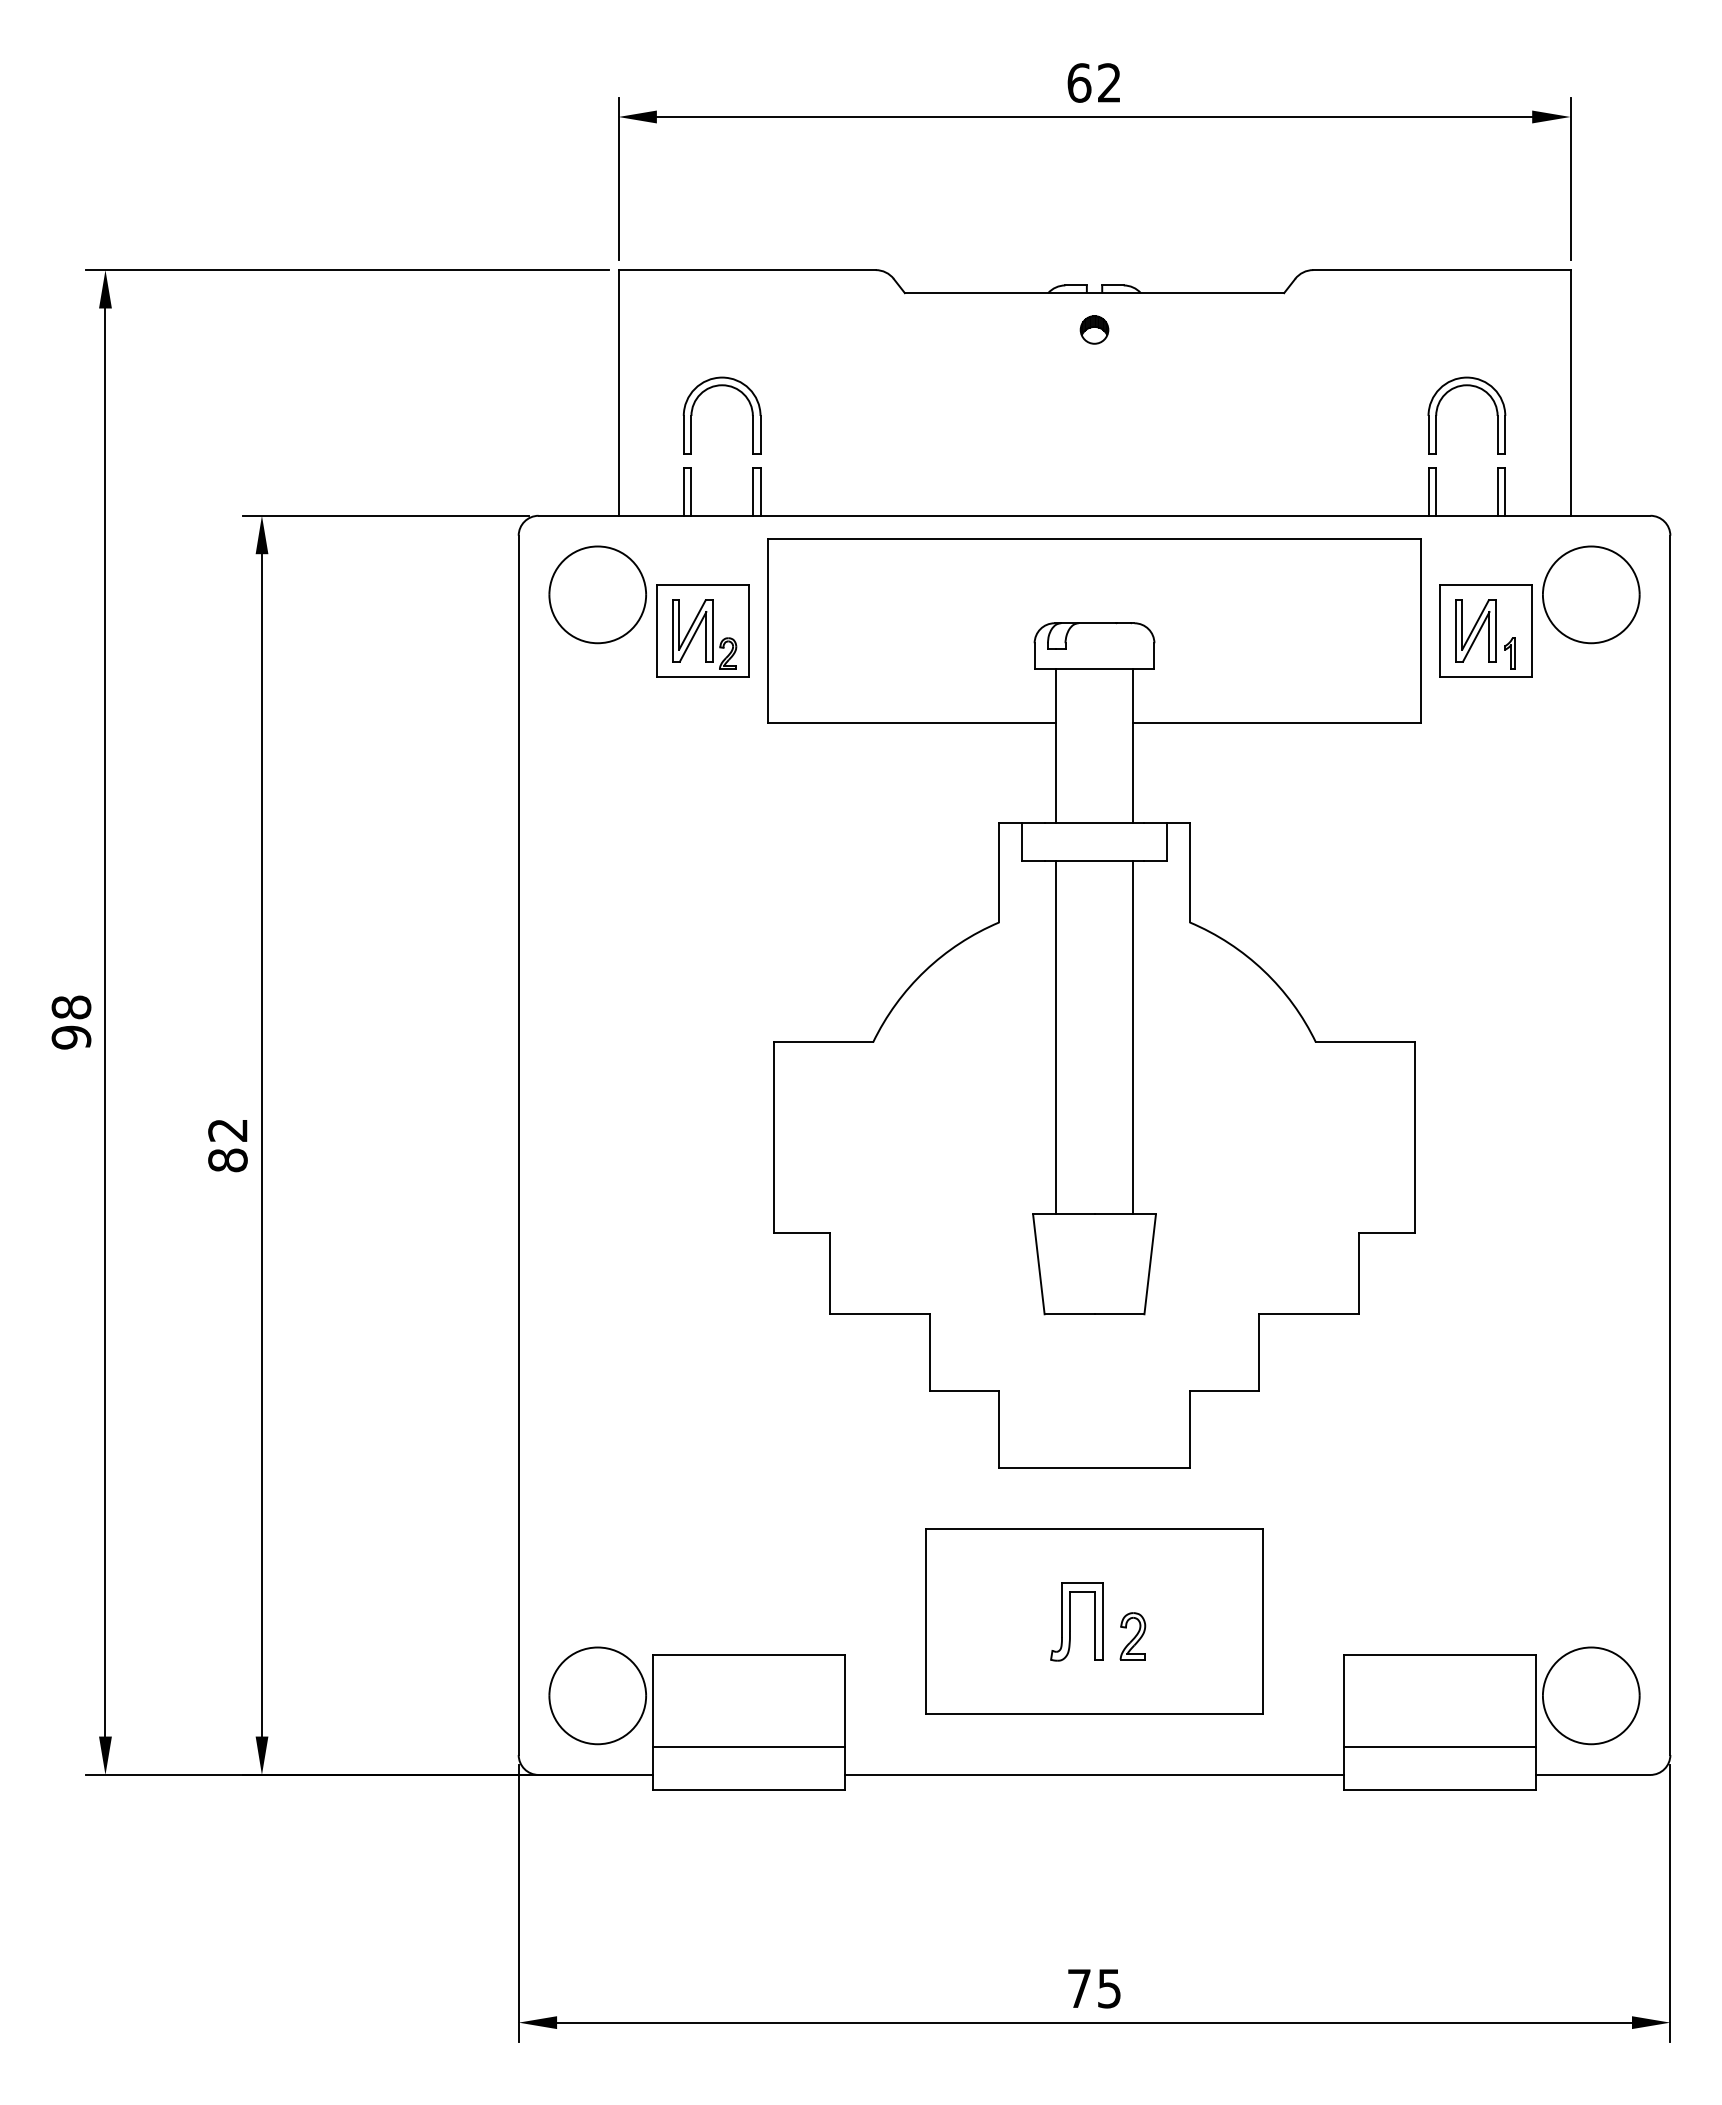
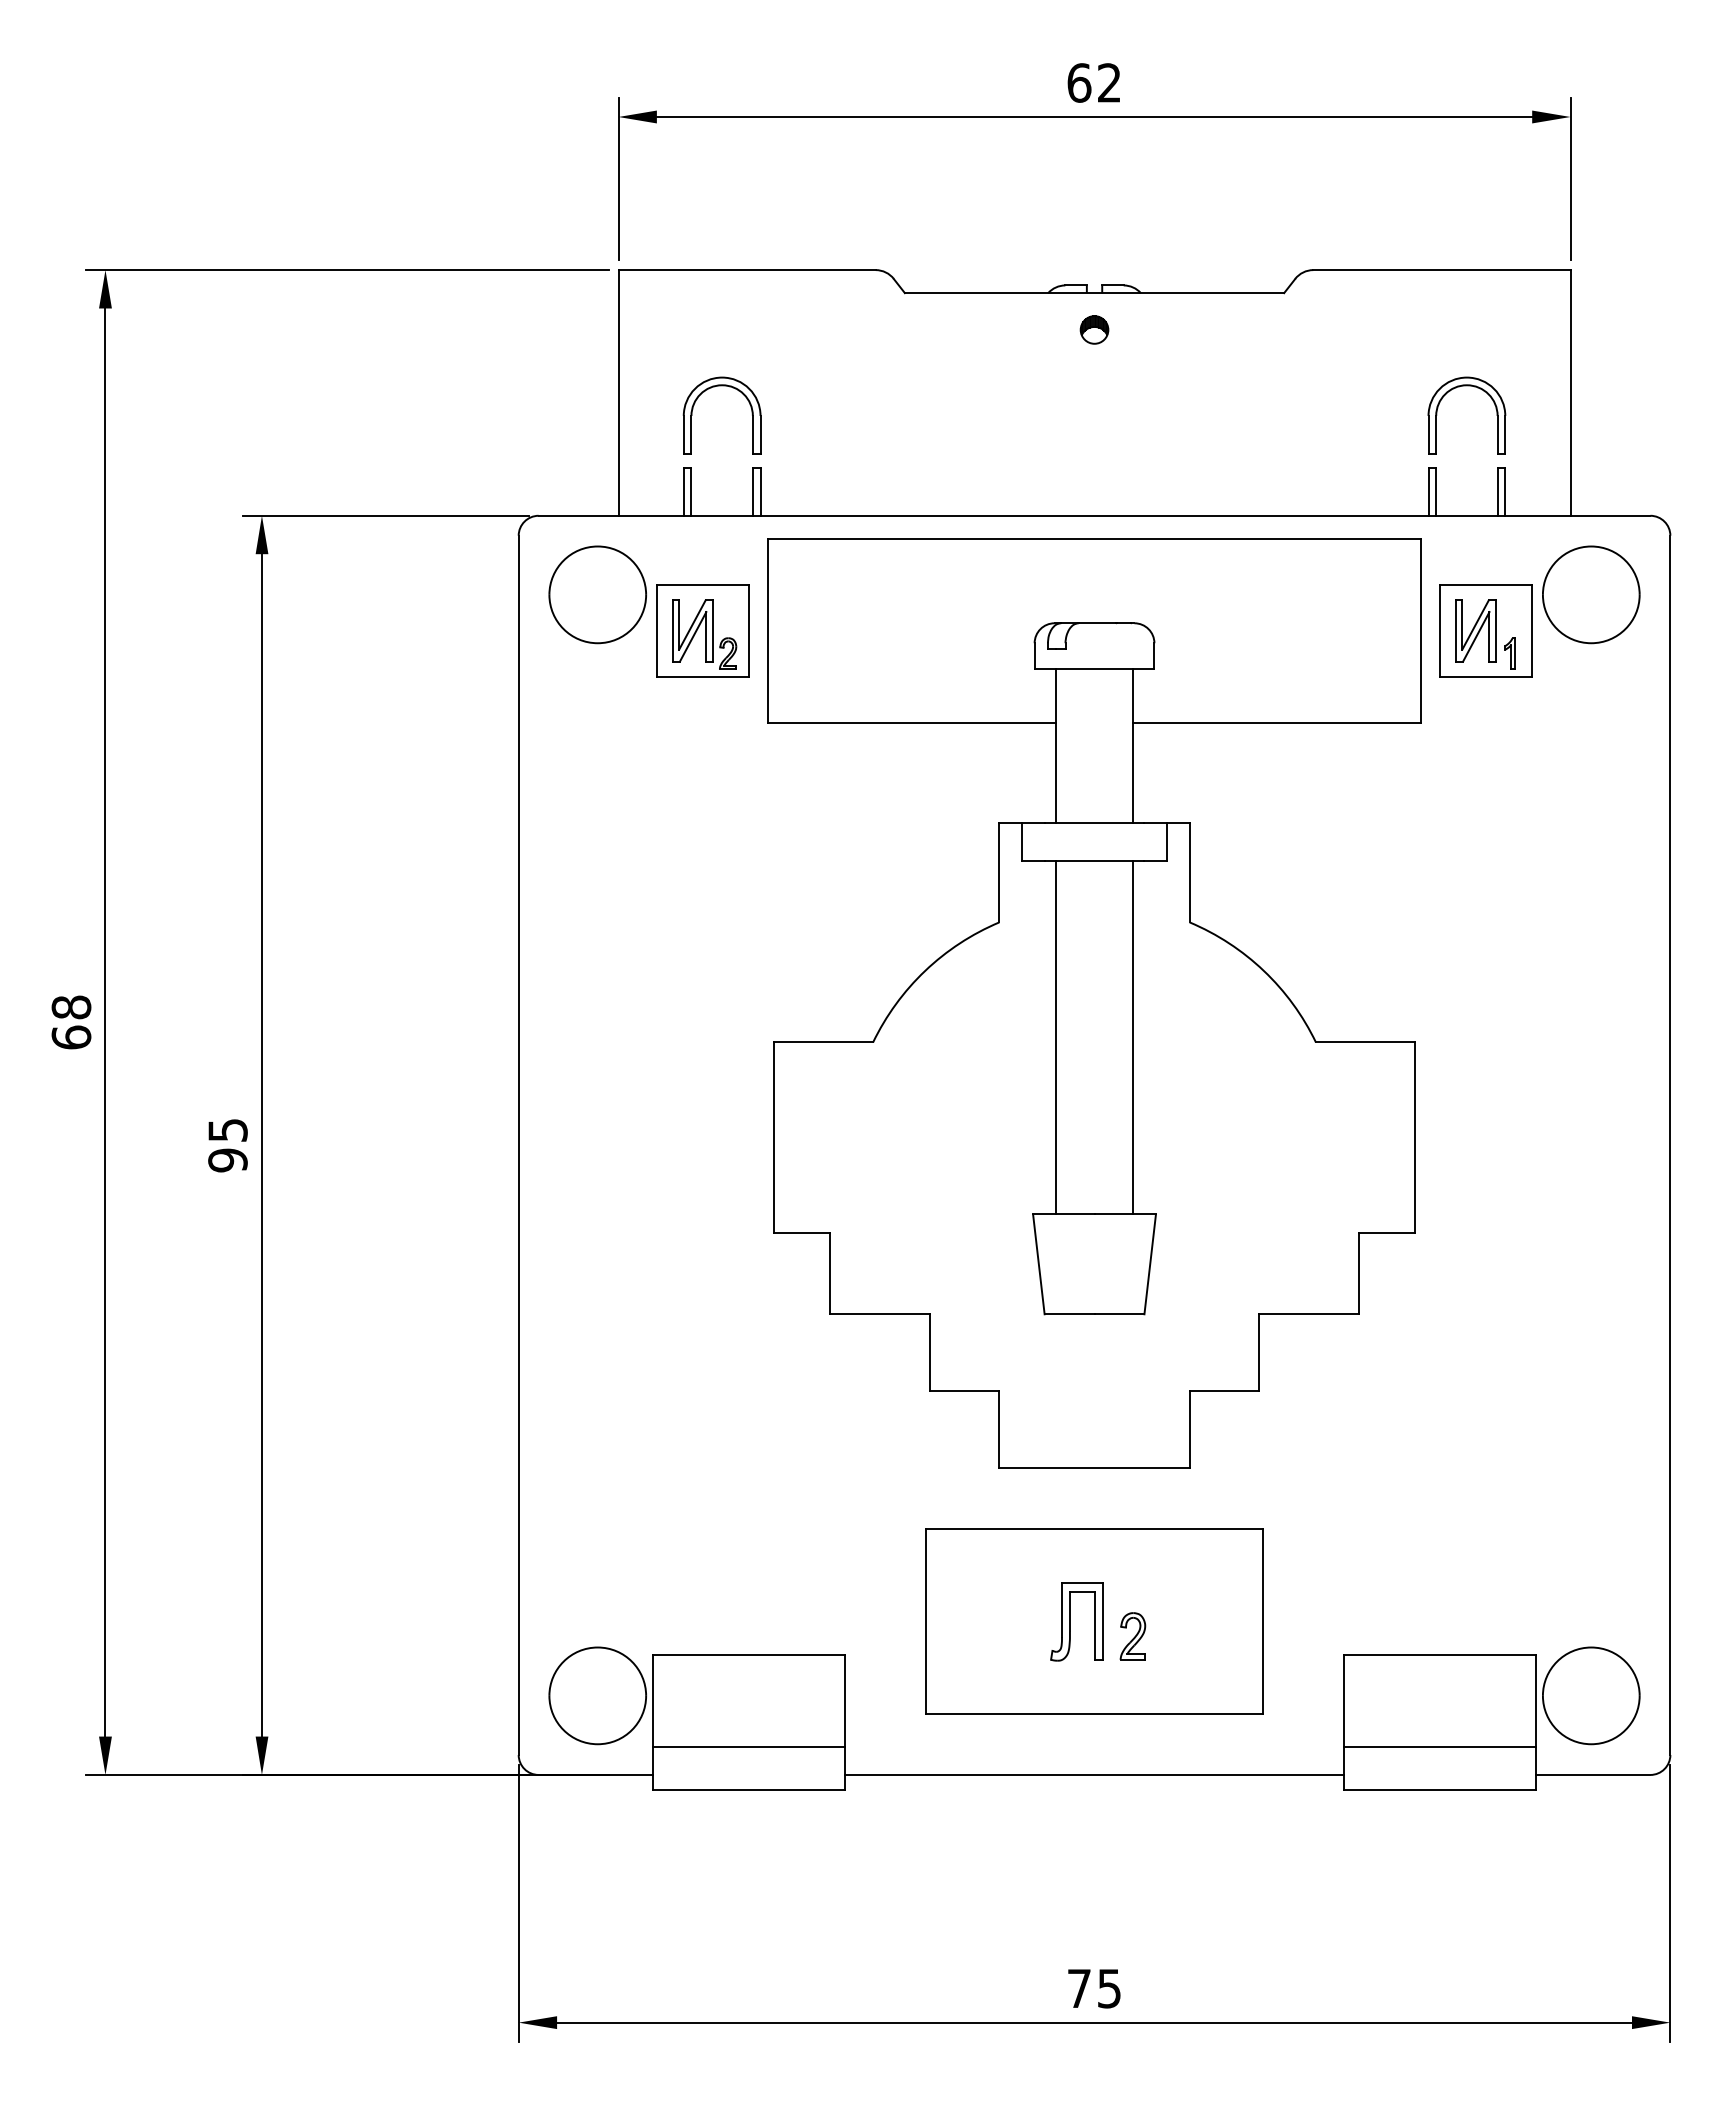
text at (71, 1037): 98 -> 68
text at (227, 1145): 82 -> 95
